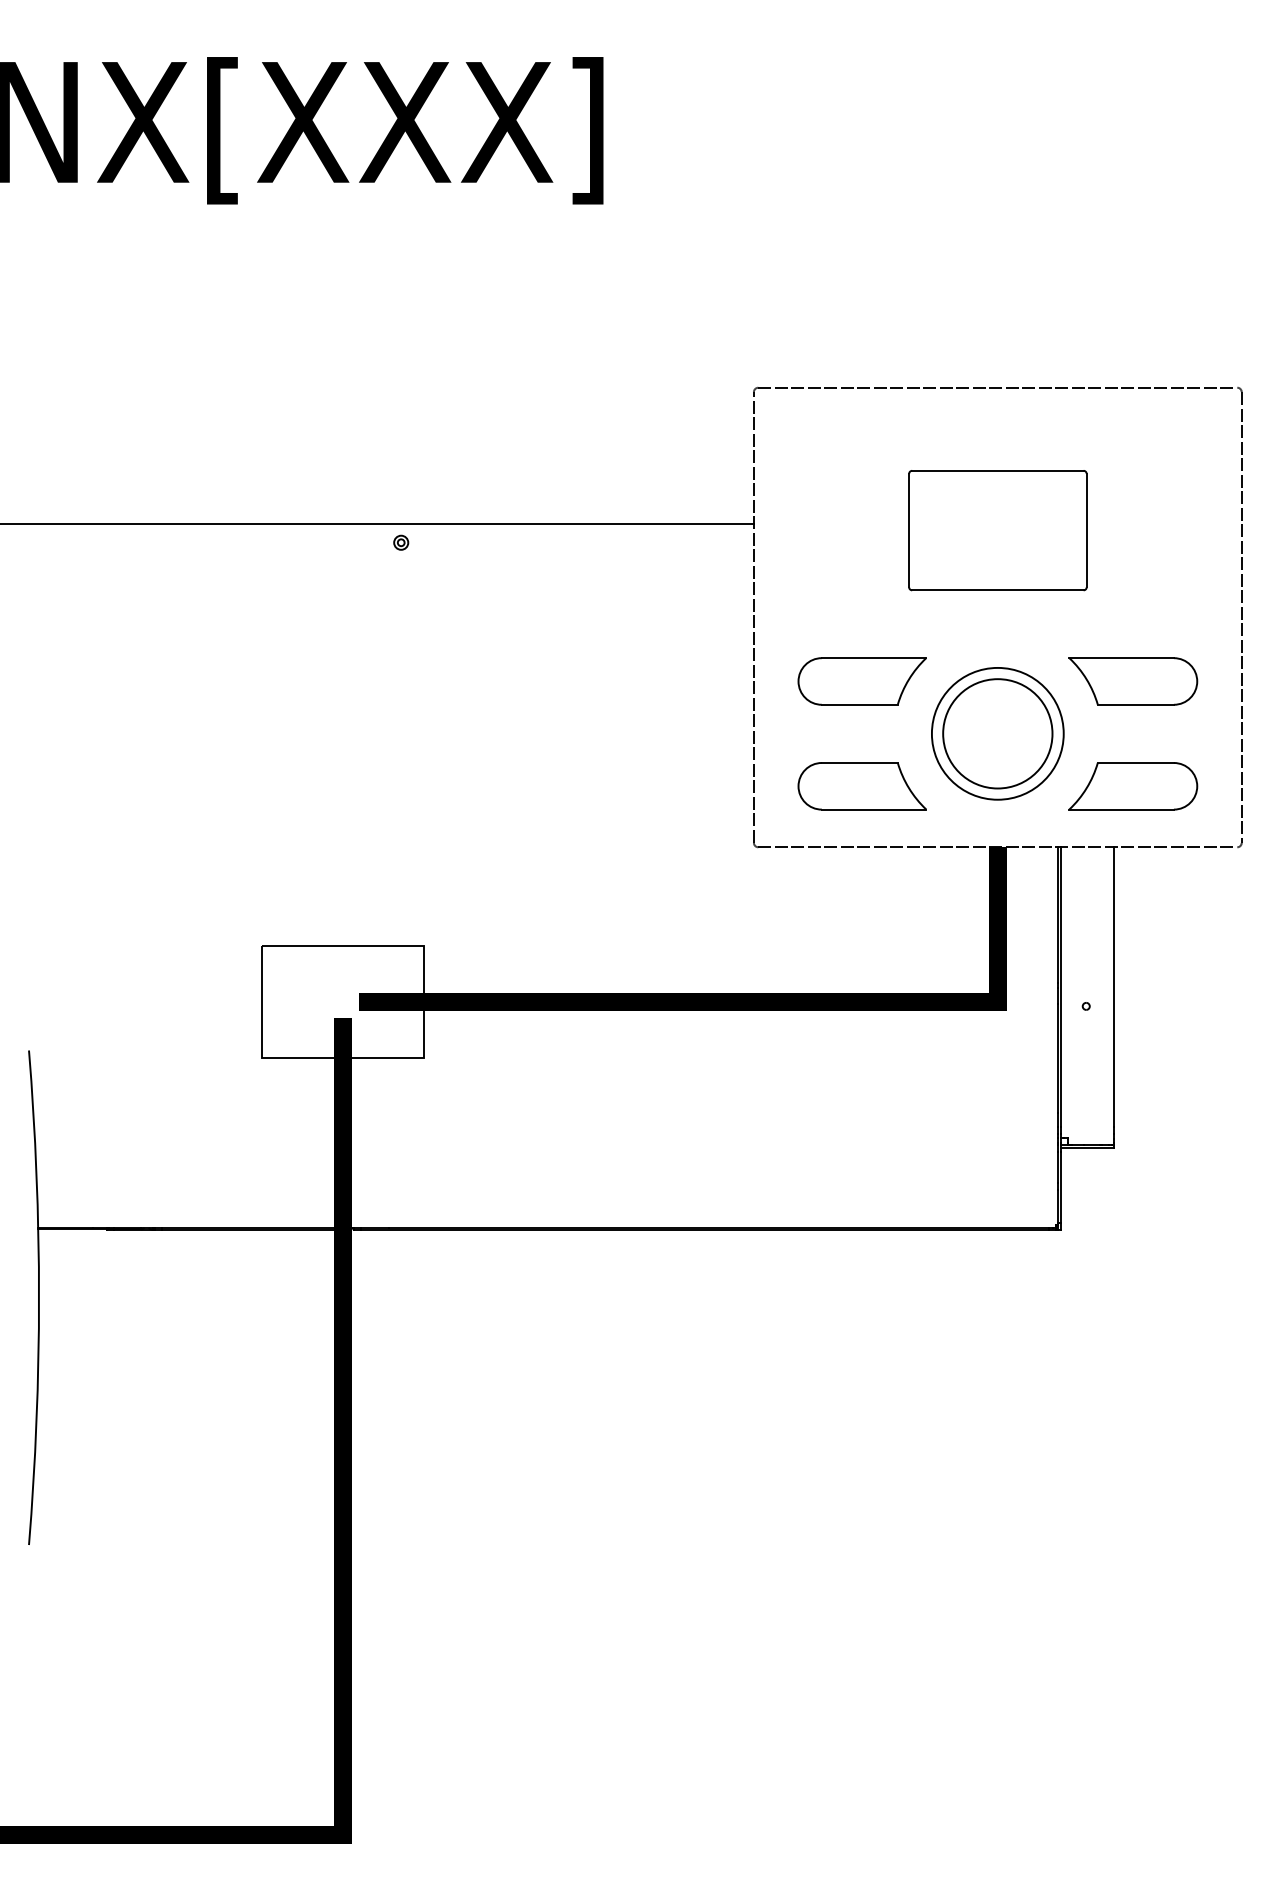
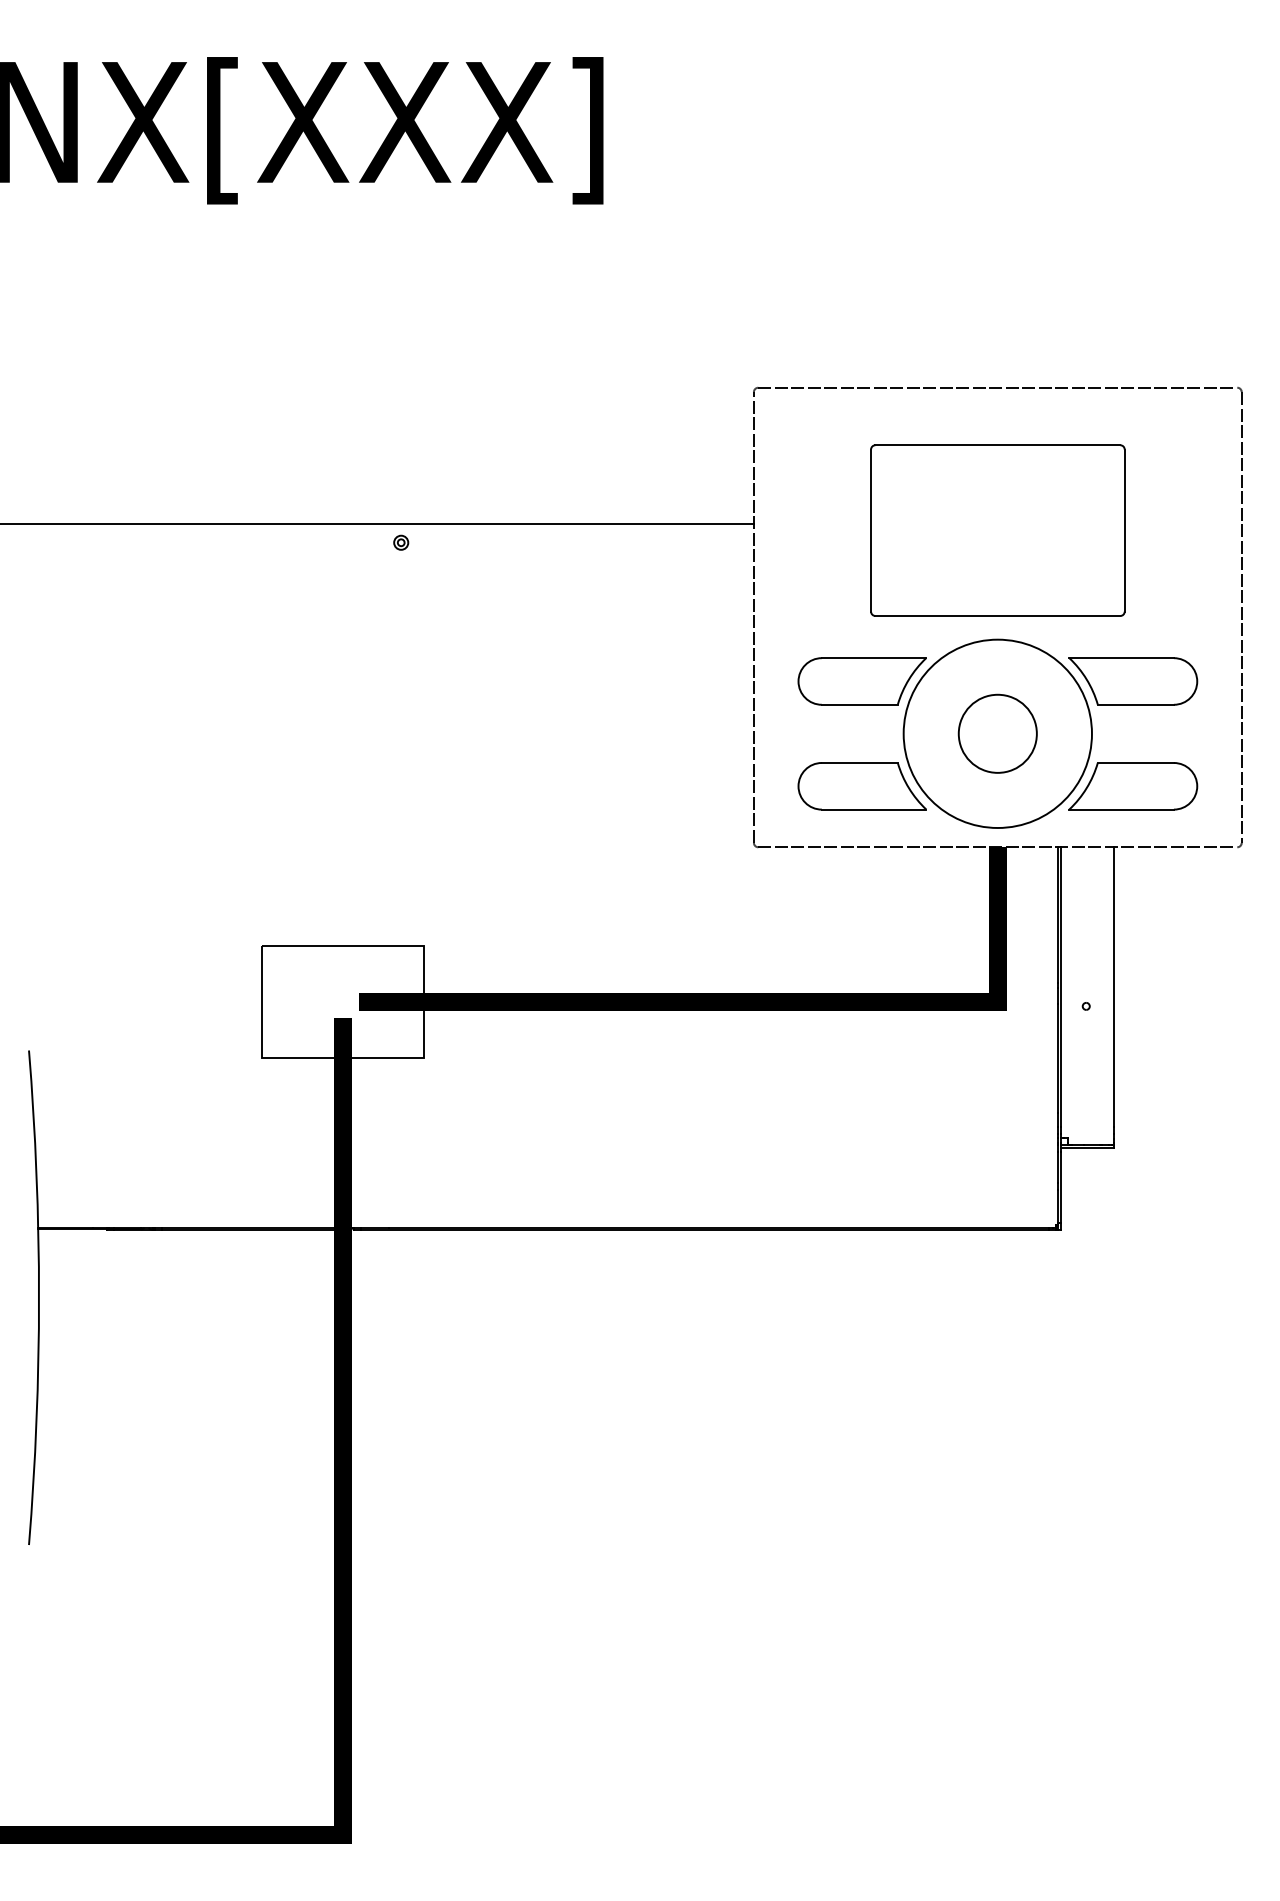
part at (997, 530) size: 180x122 px -> 256x173 px
circle at (997, 733) diameter: 109 px -> 78 px
circle at (997, 733) diameter: 132 px -> 188 px
